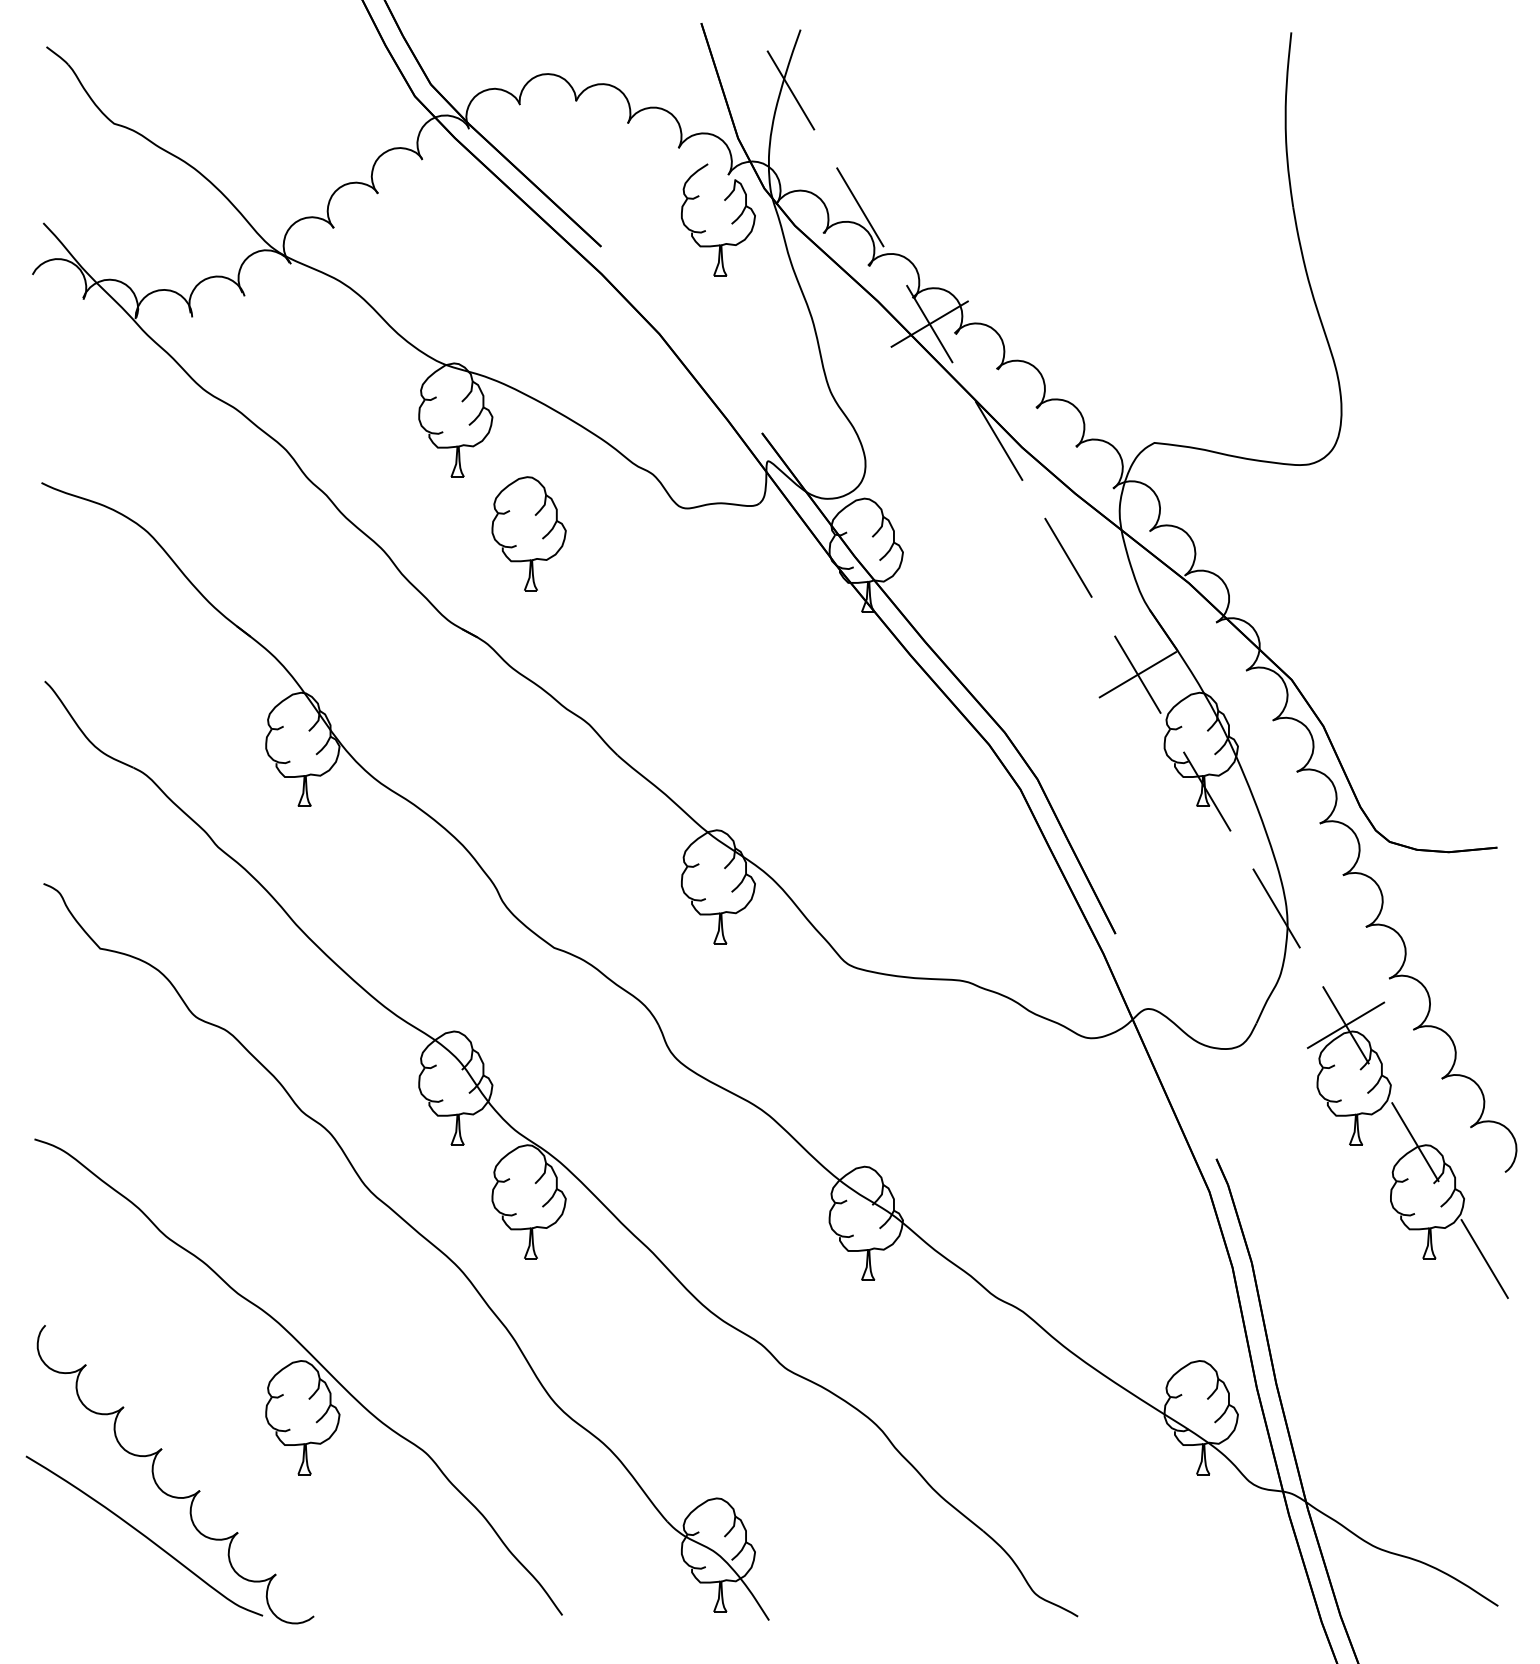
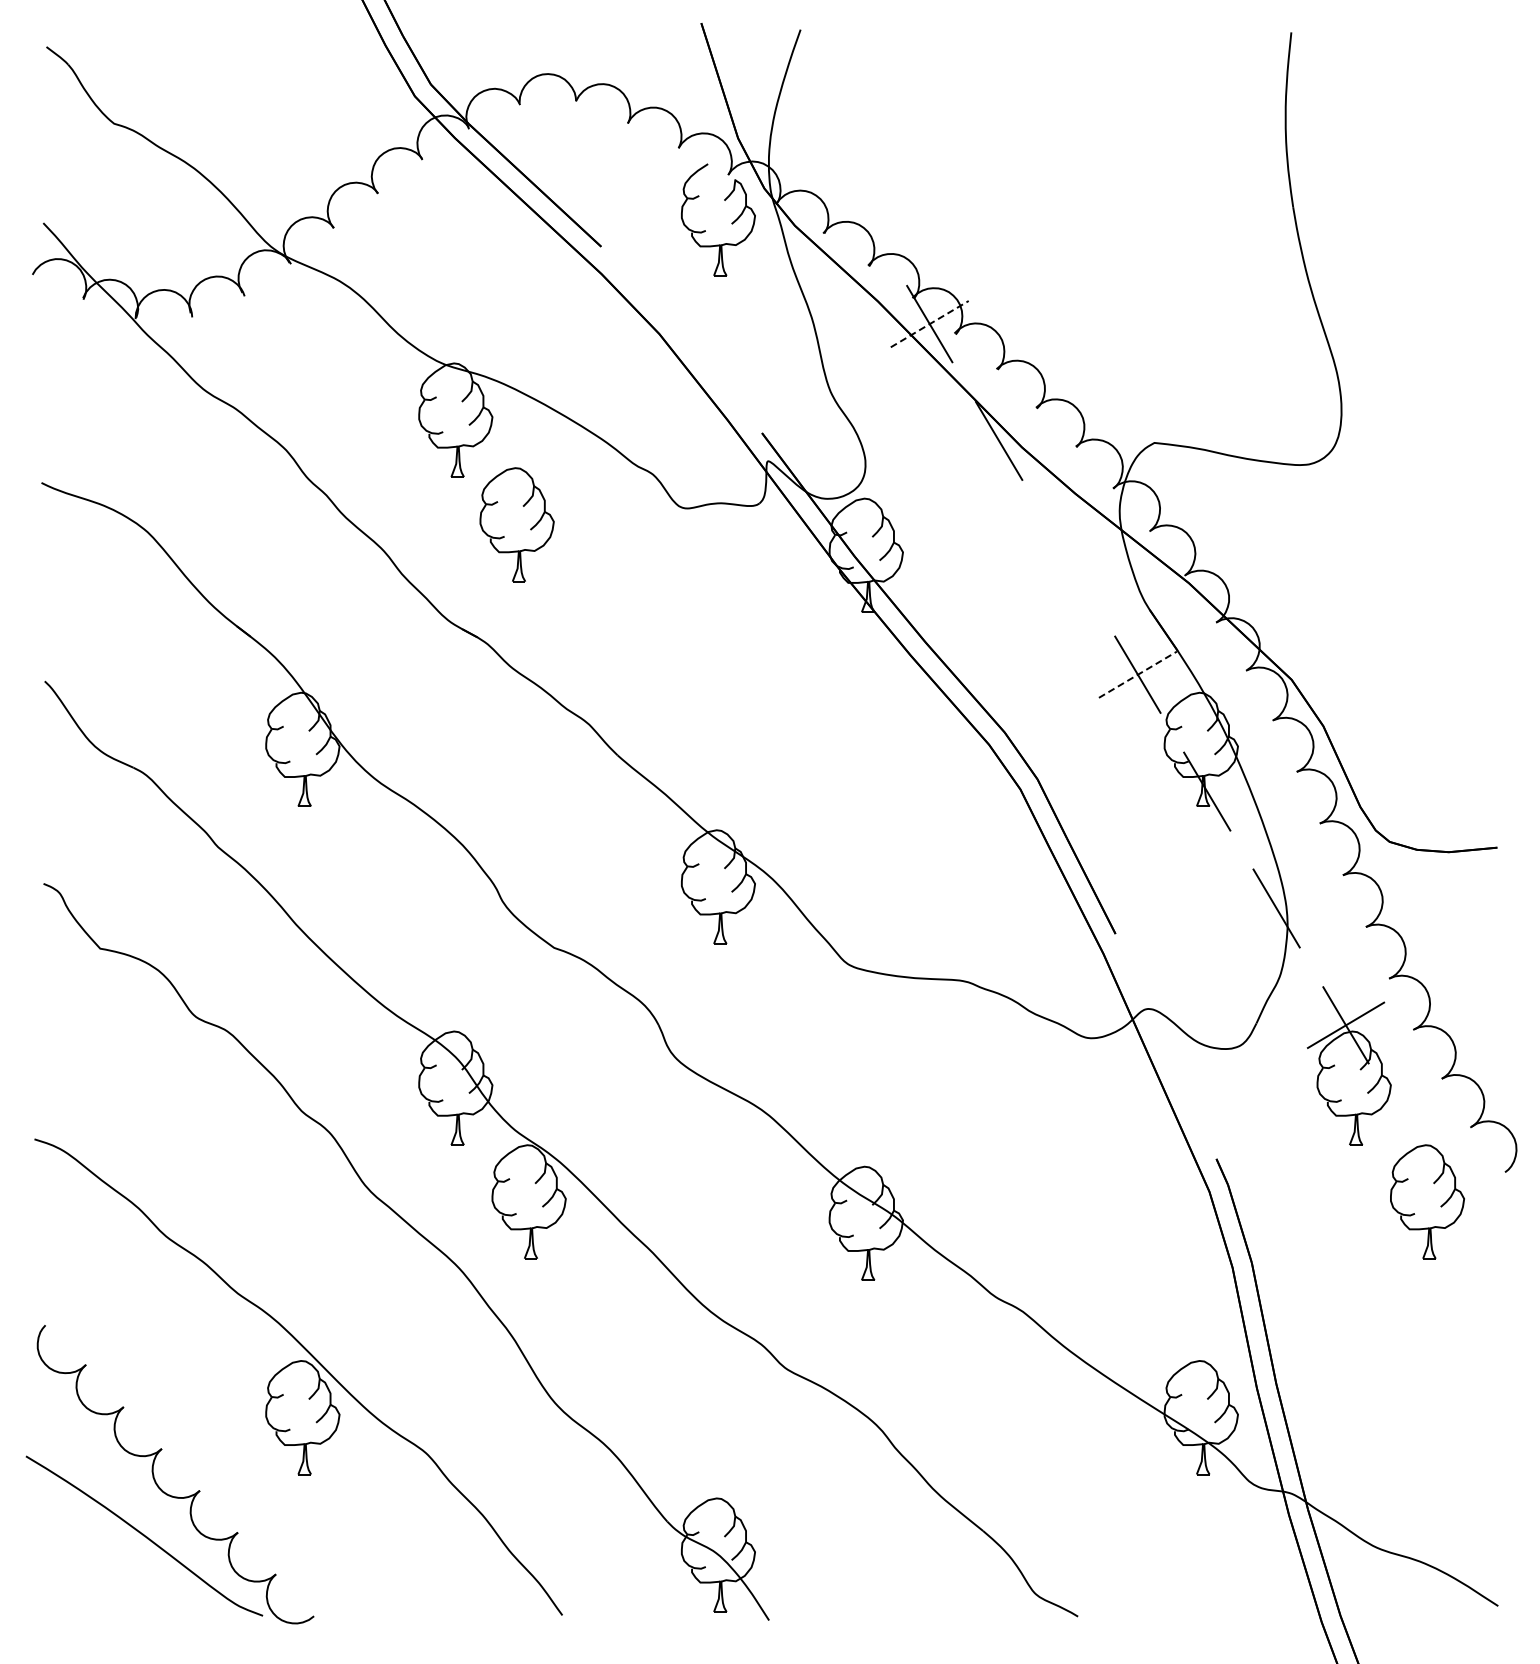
line at (790, 90): present -> none
line at (860, 207): present -> none
line at (929, 324): solid -> dashed
part at (528, 533) position: (528, 533) -> (516, 524)
line at (1068, 557): present -> none
line at (1137, 674): solid -> dashed
line at (1415, 1142): present -> none
line at (1484, 1258): present -> none
